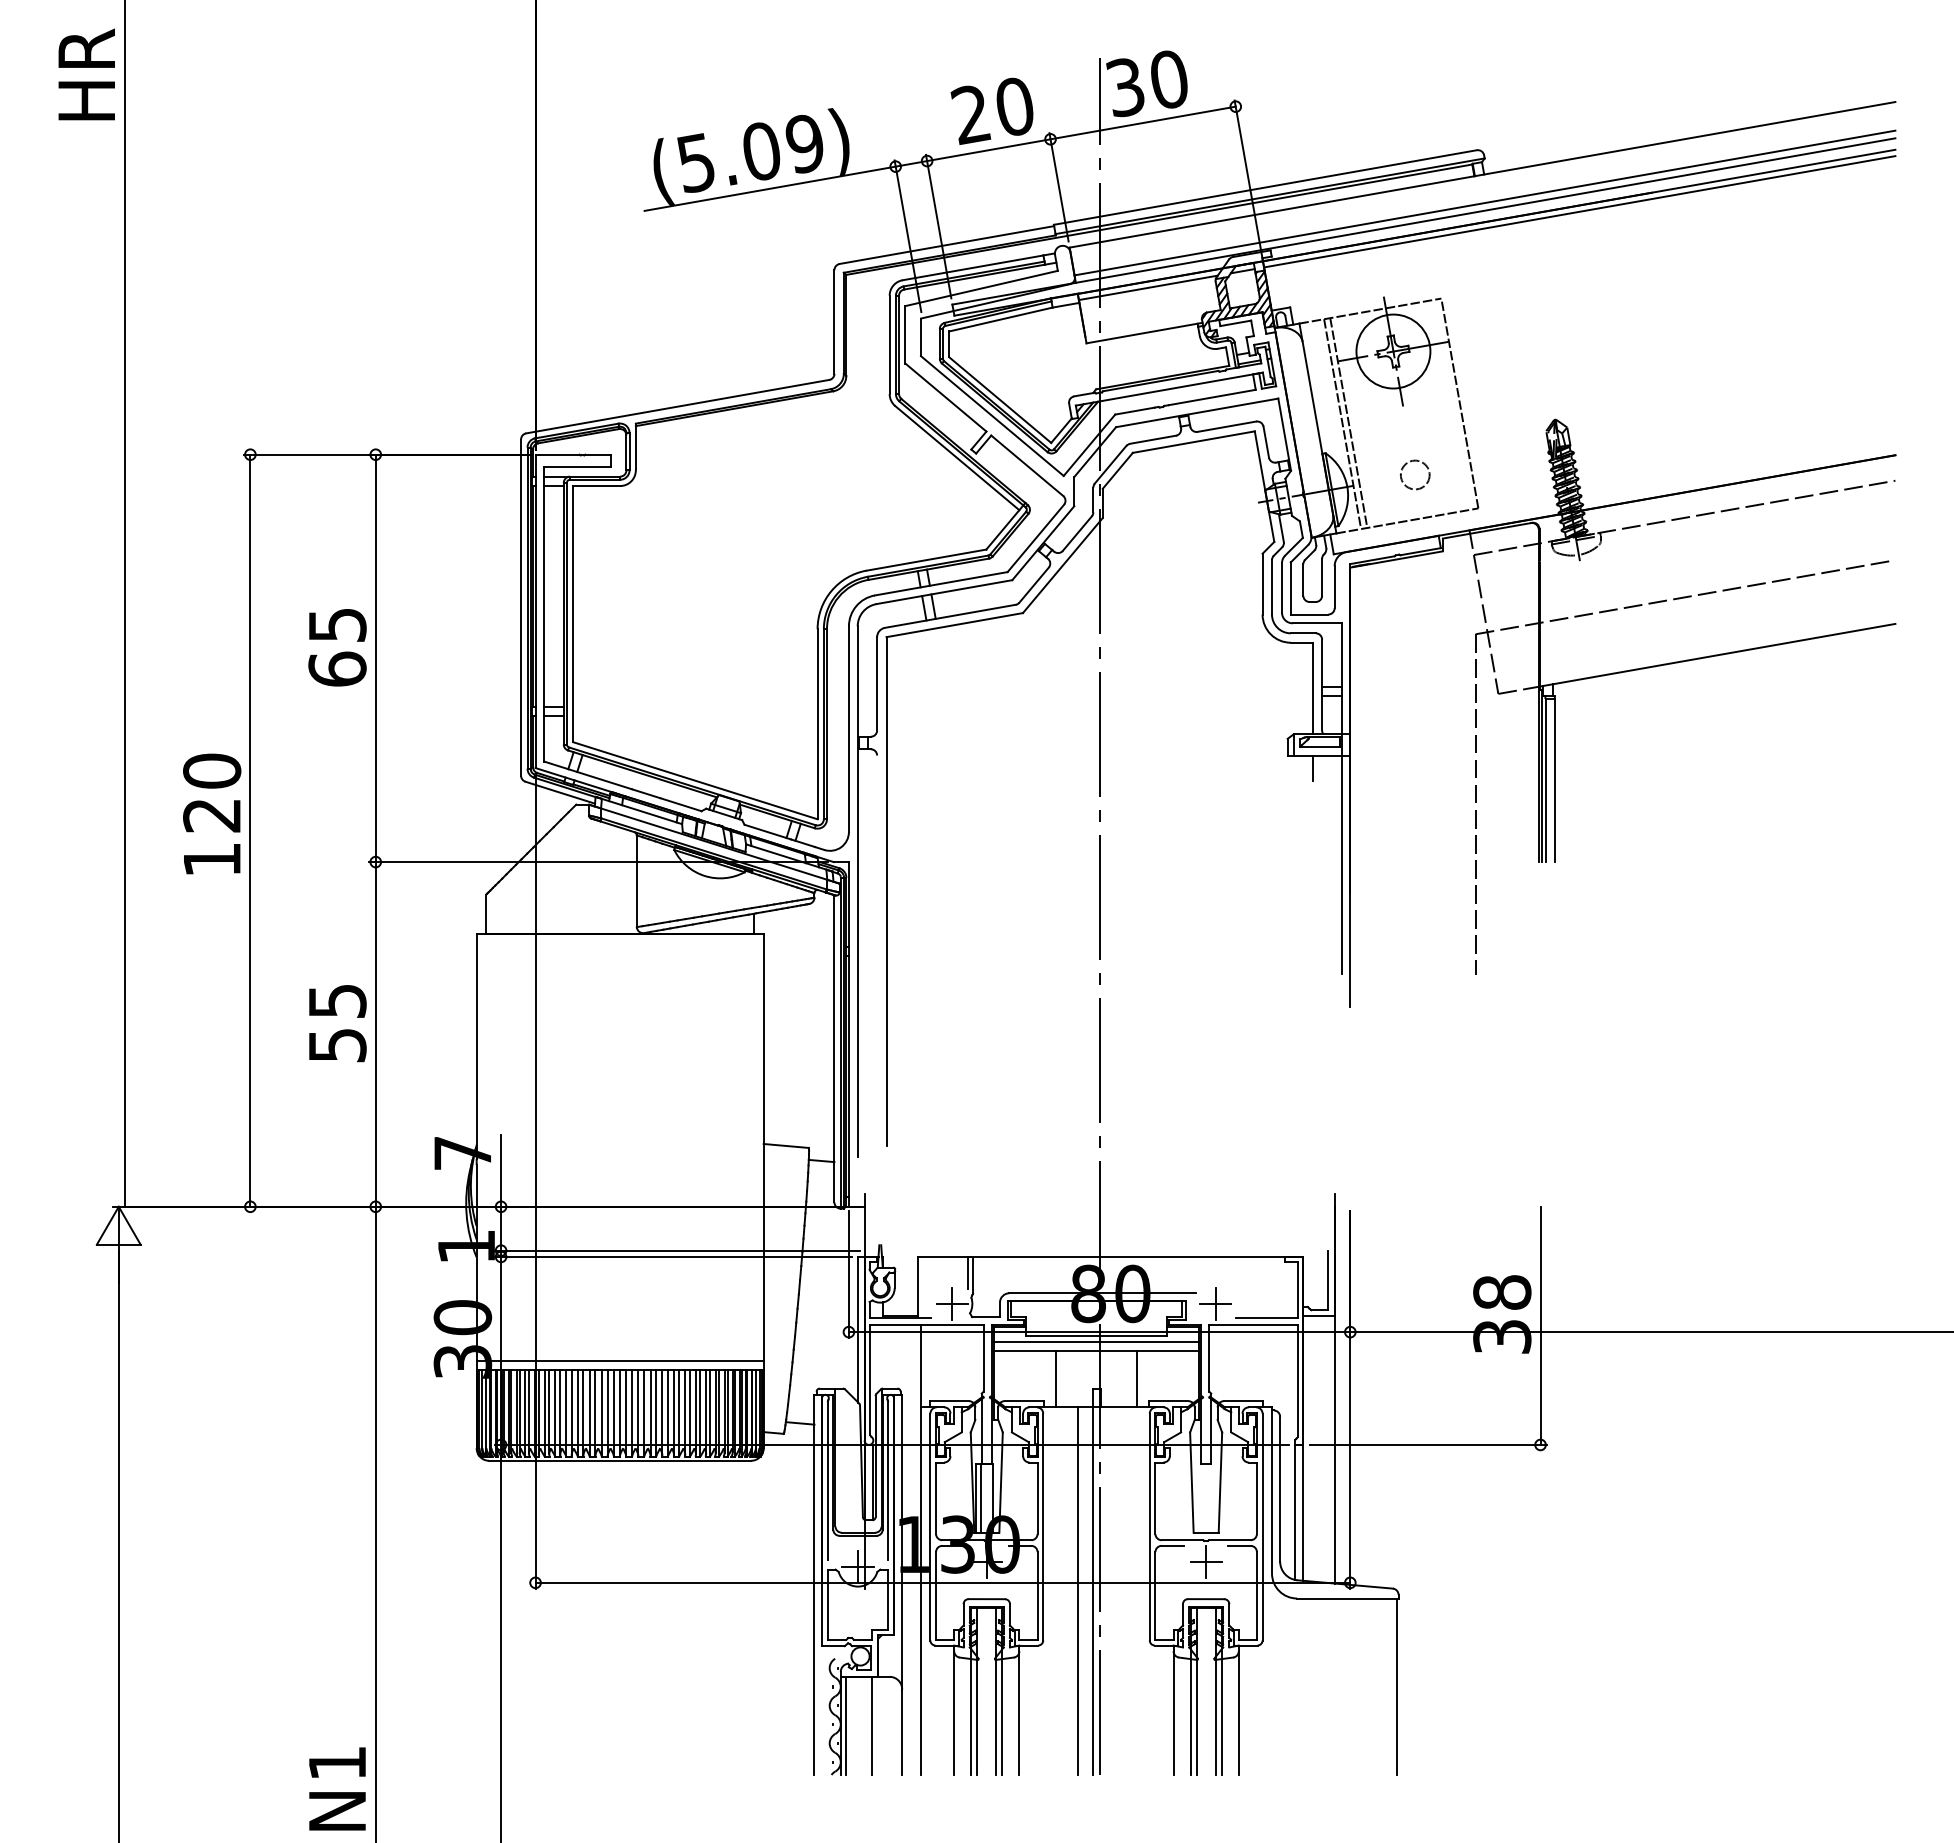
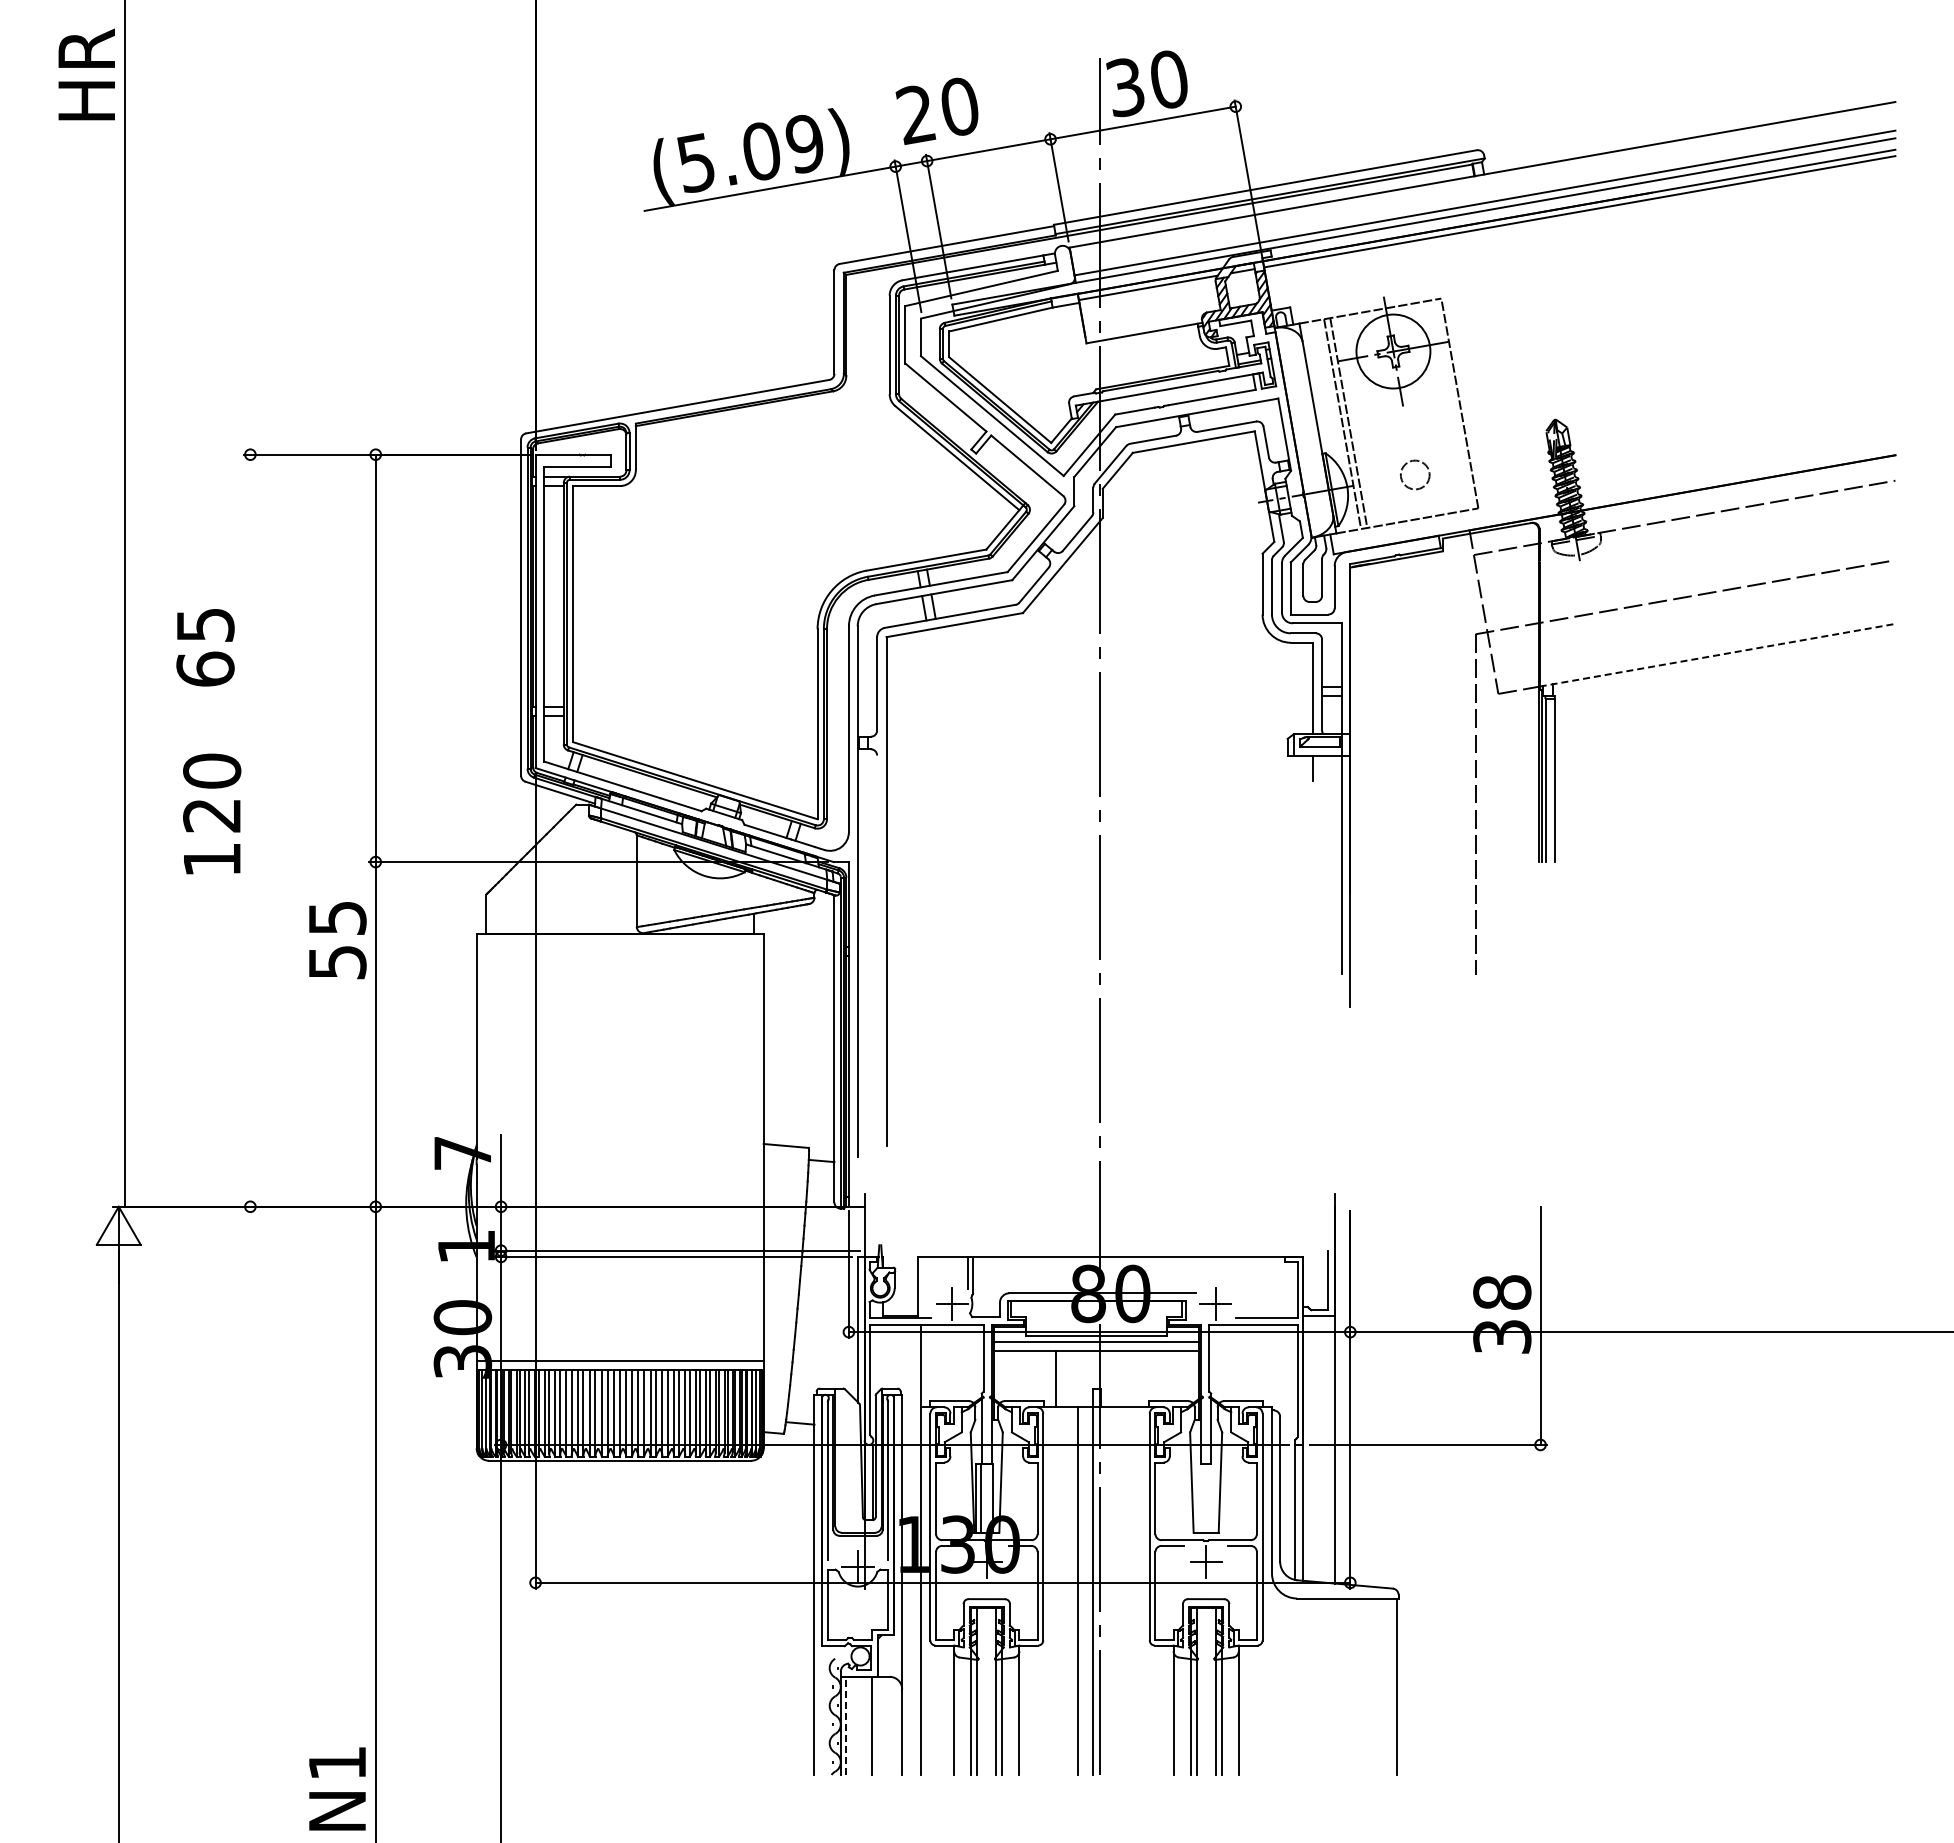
text at (991, 110) position: (991, 110) -> (936, 110)
text at (337, 647) position: (337, 647) -> (205, 647)
line at (1717, 655): solid -> dashed
line at (250, 830): present -> none
text at (337, 1023) position: (337, 1023) -> (337, 940)
line at (1136, 1378): present -> none
line at (845, 1725): solid -> dashed
